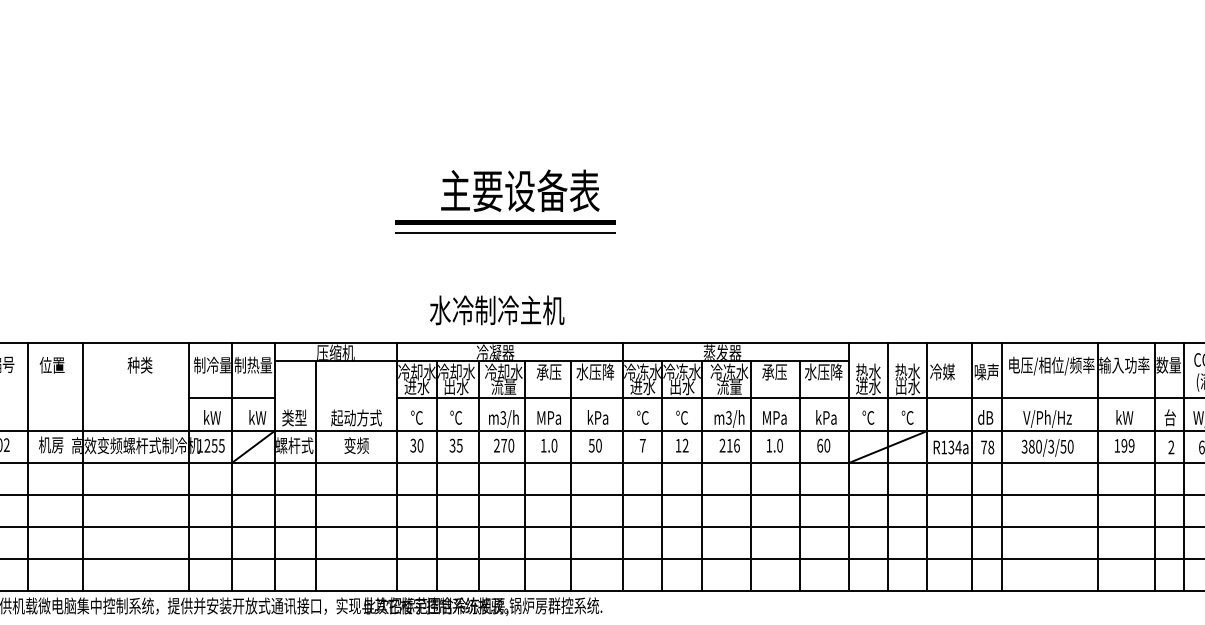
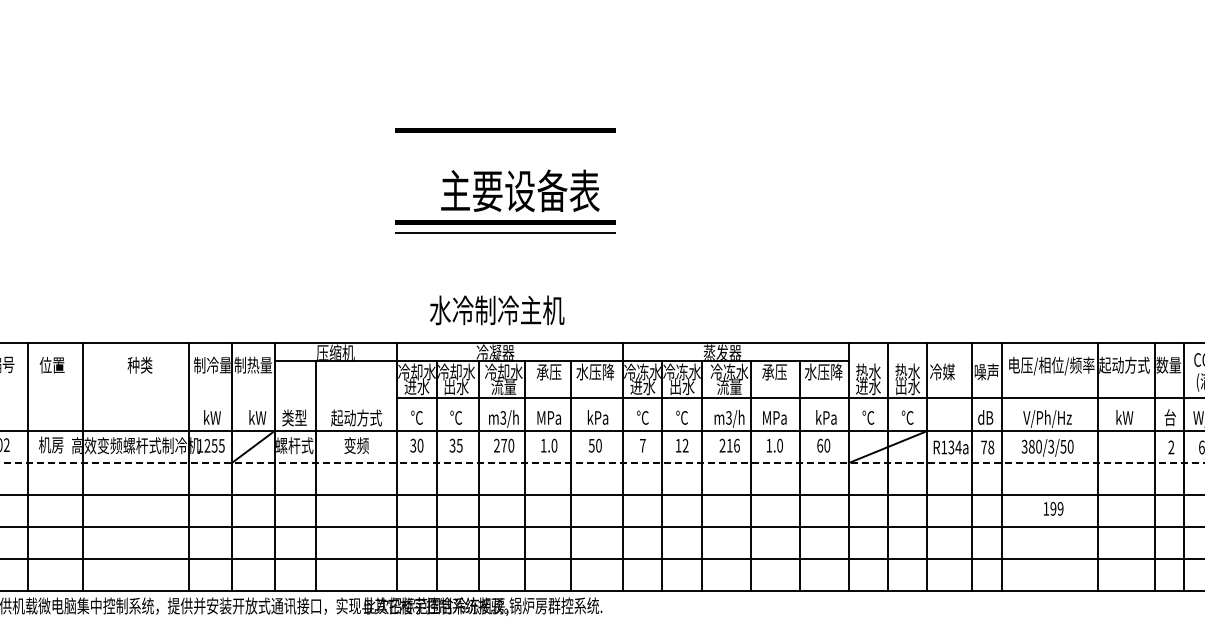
line at (505, 130): none -> present
text at (1124, 364): 输入功率 -> 起动方式
line at (231, 397): present -> none
text at (1124, 445) position: (1124, 445) -> (1053, 508)
line at (602, 463): solid -> dashed
